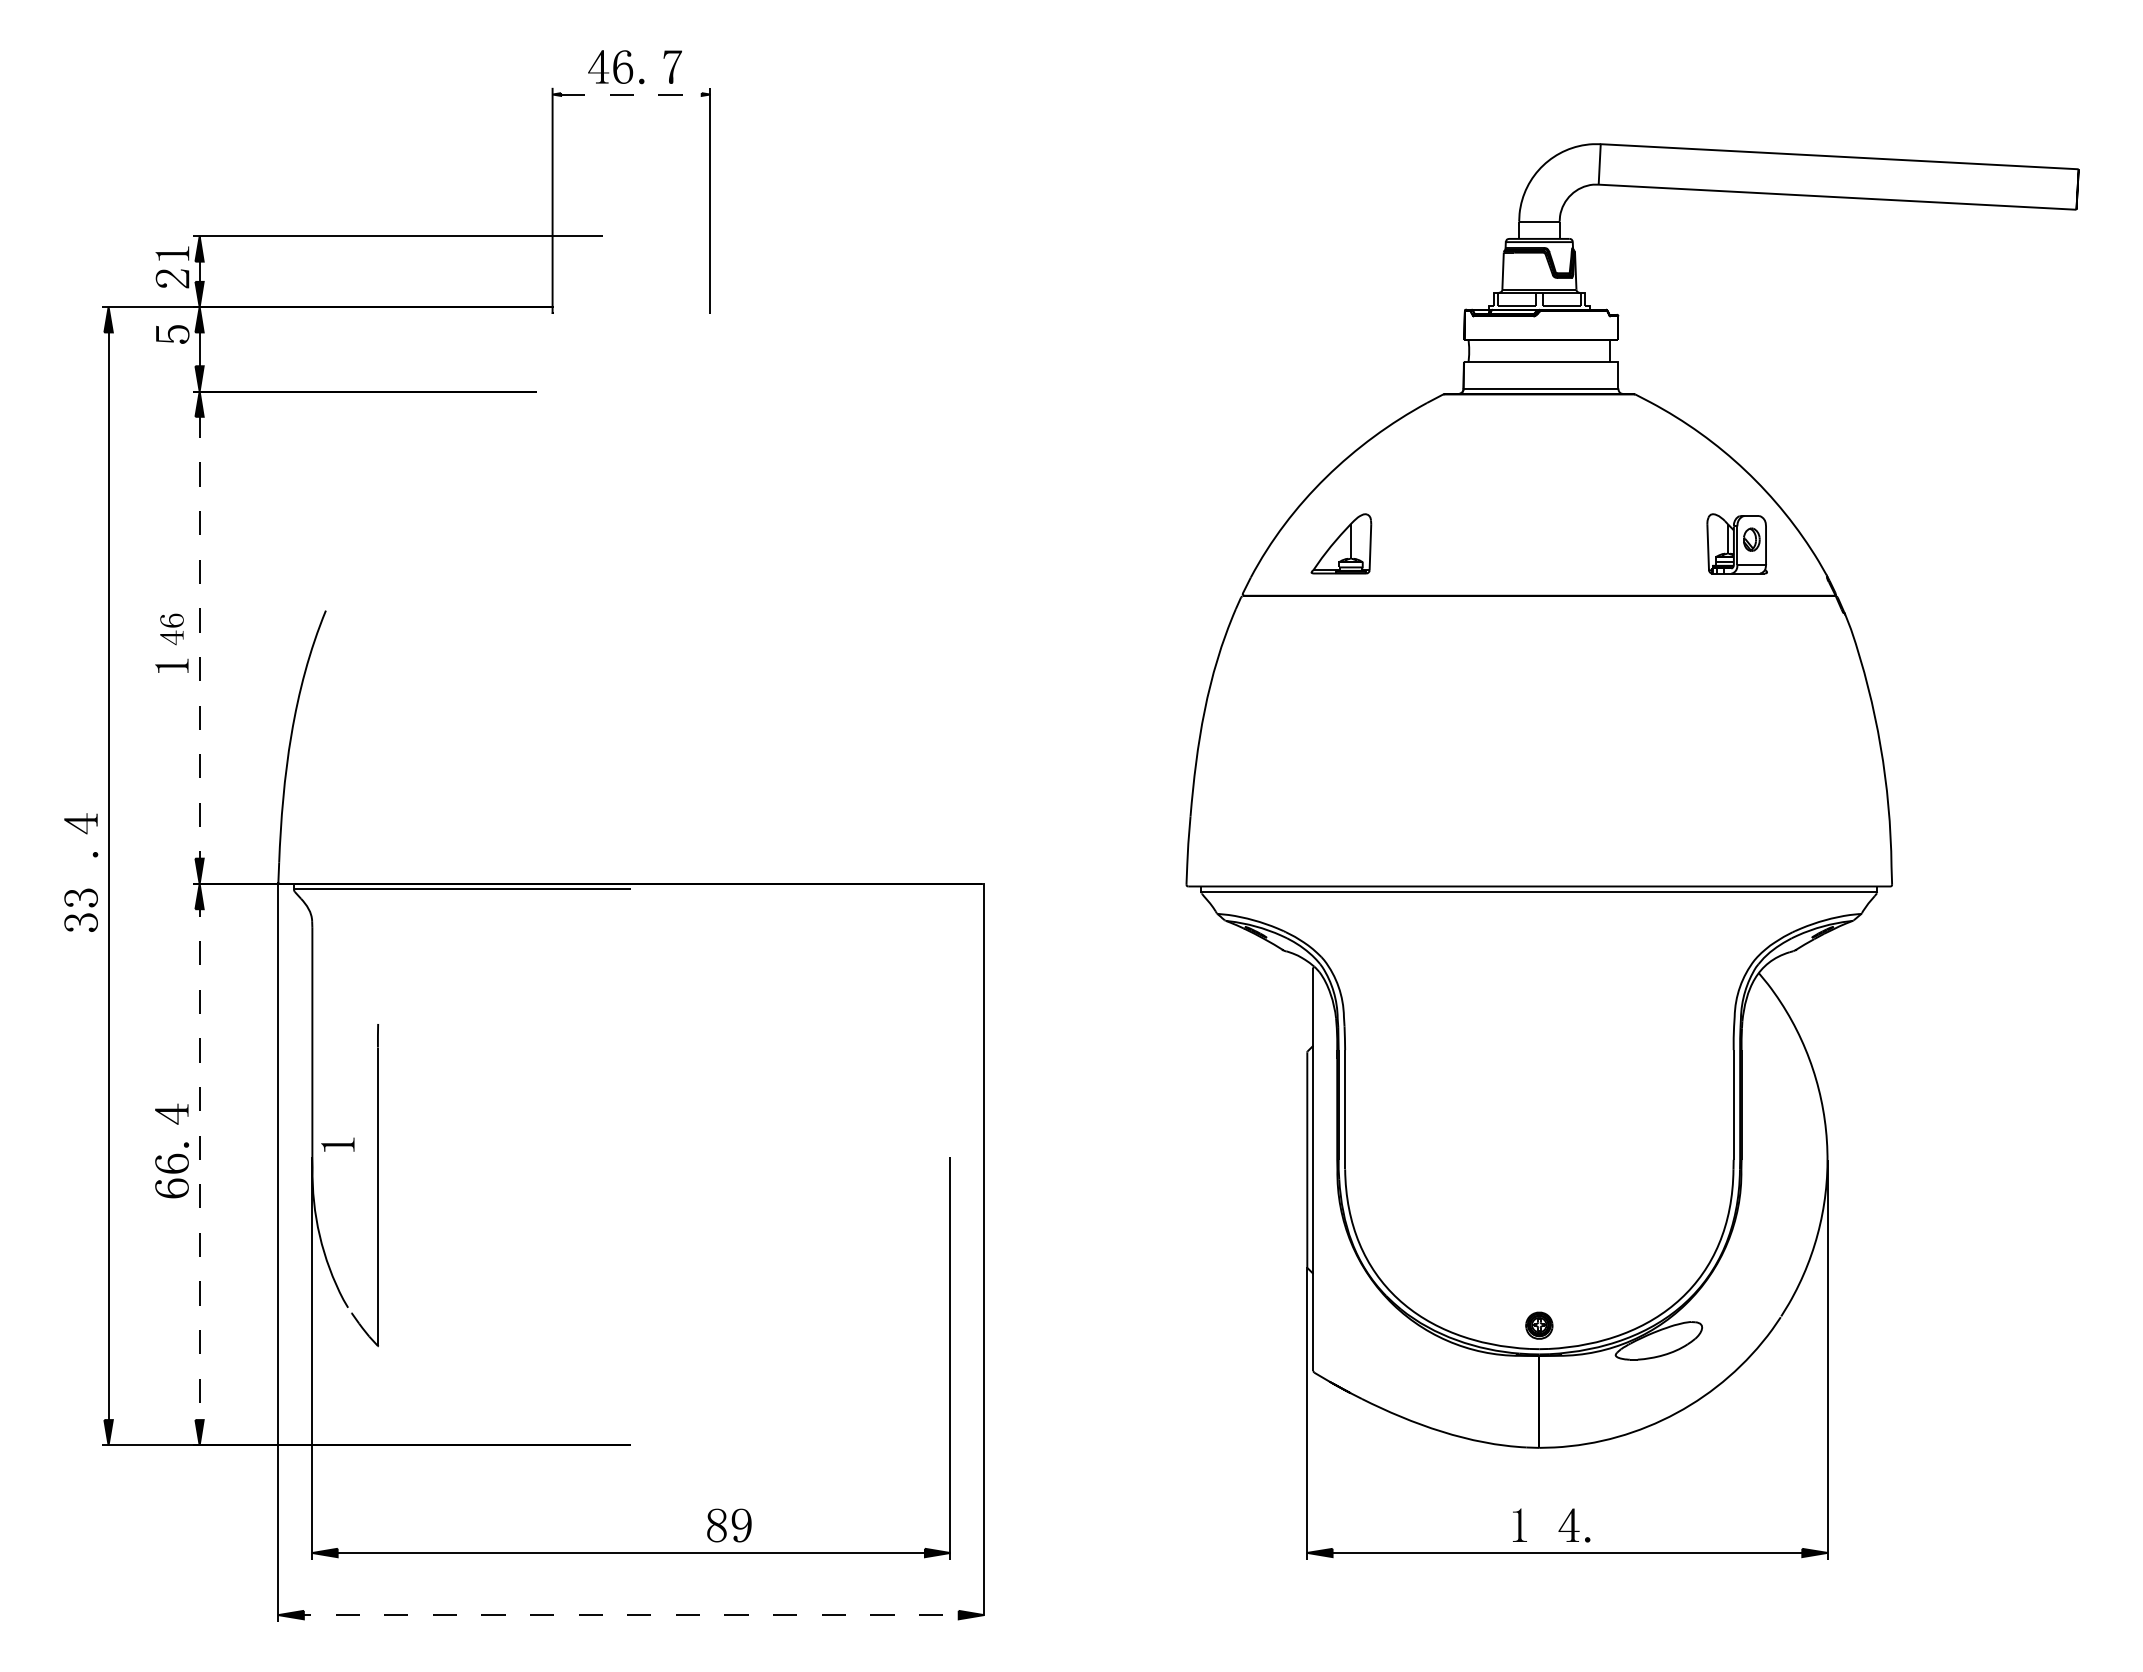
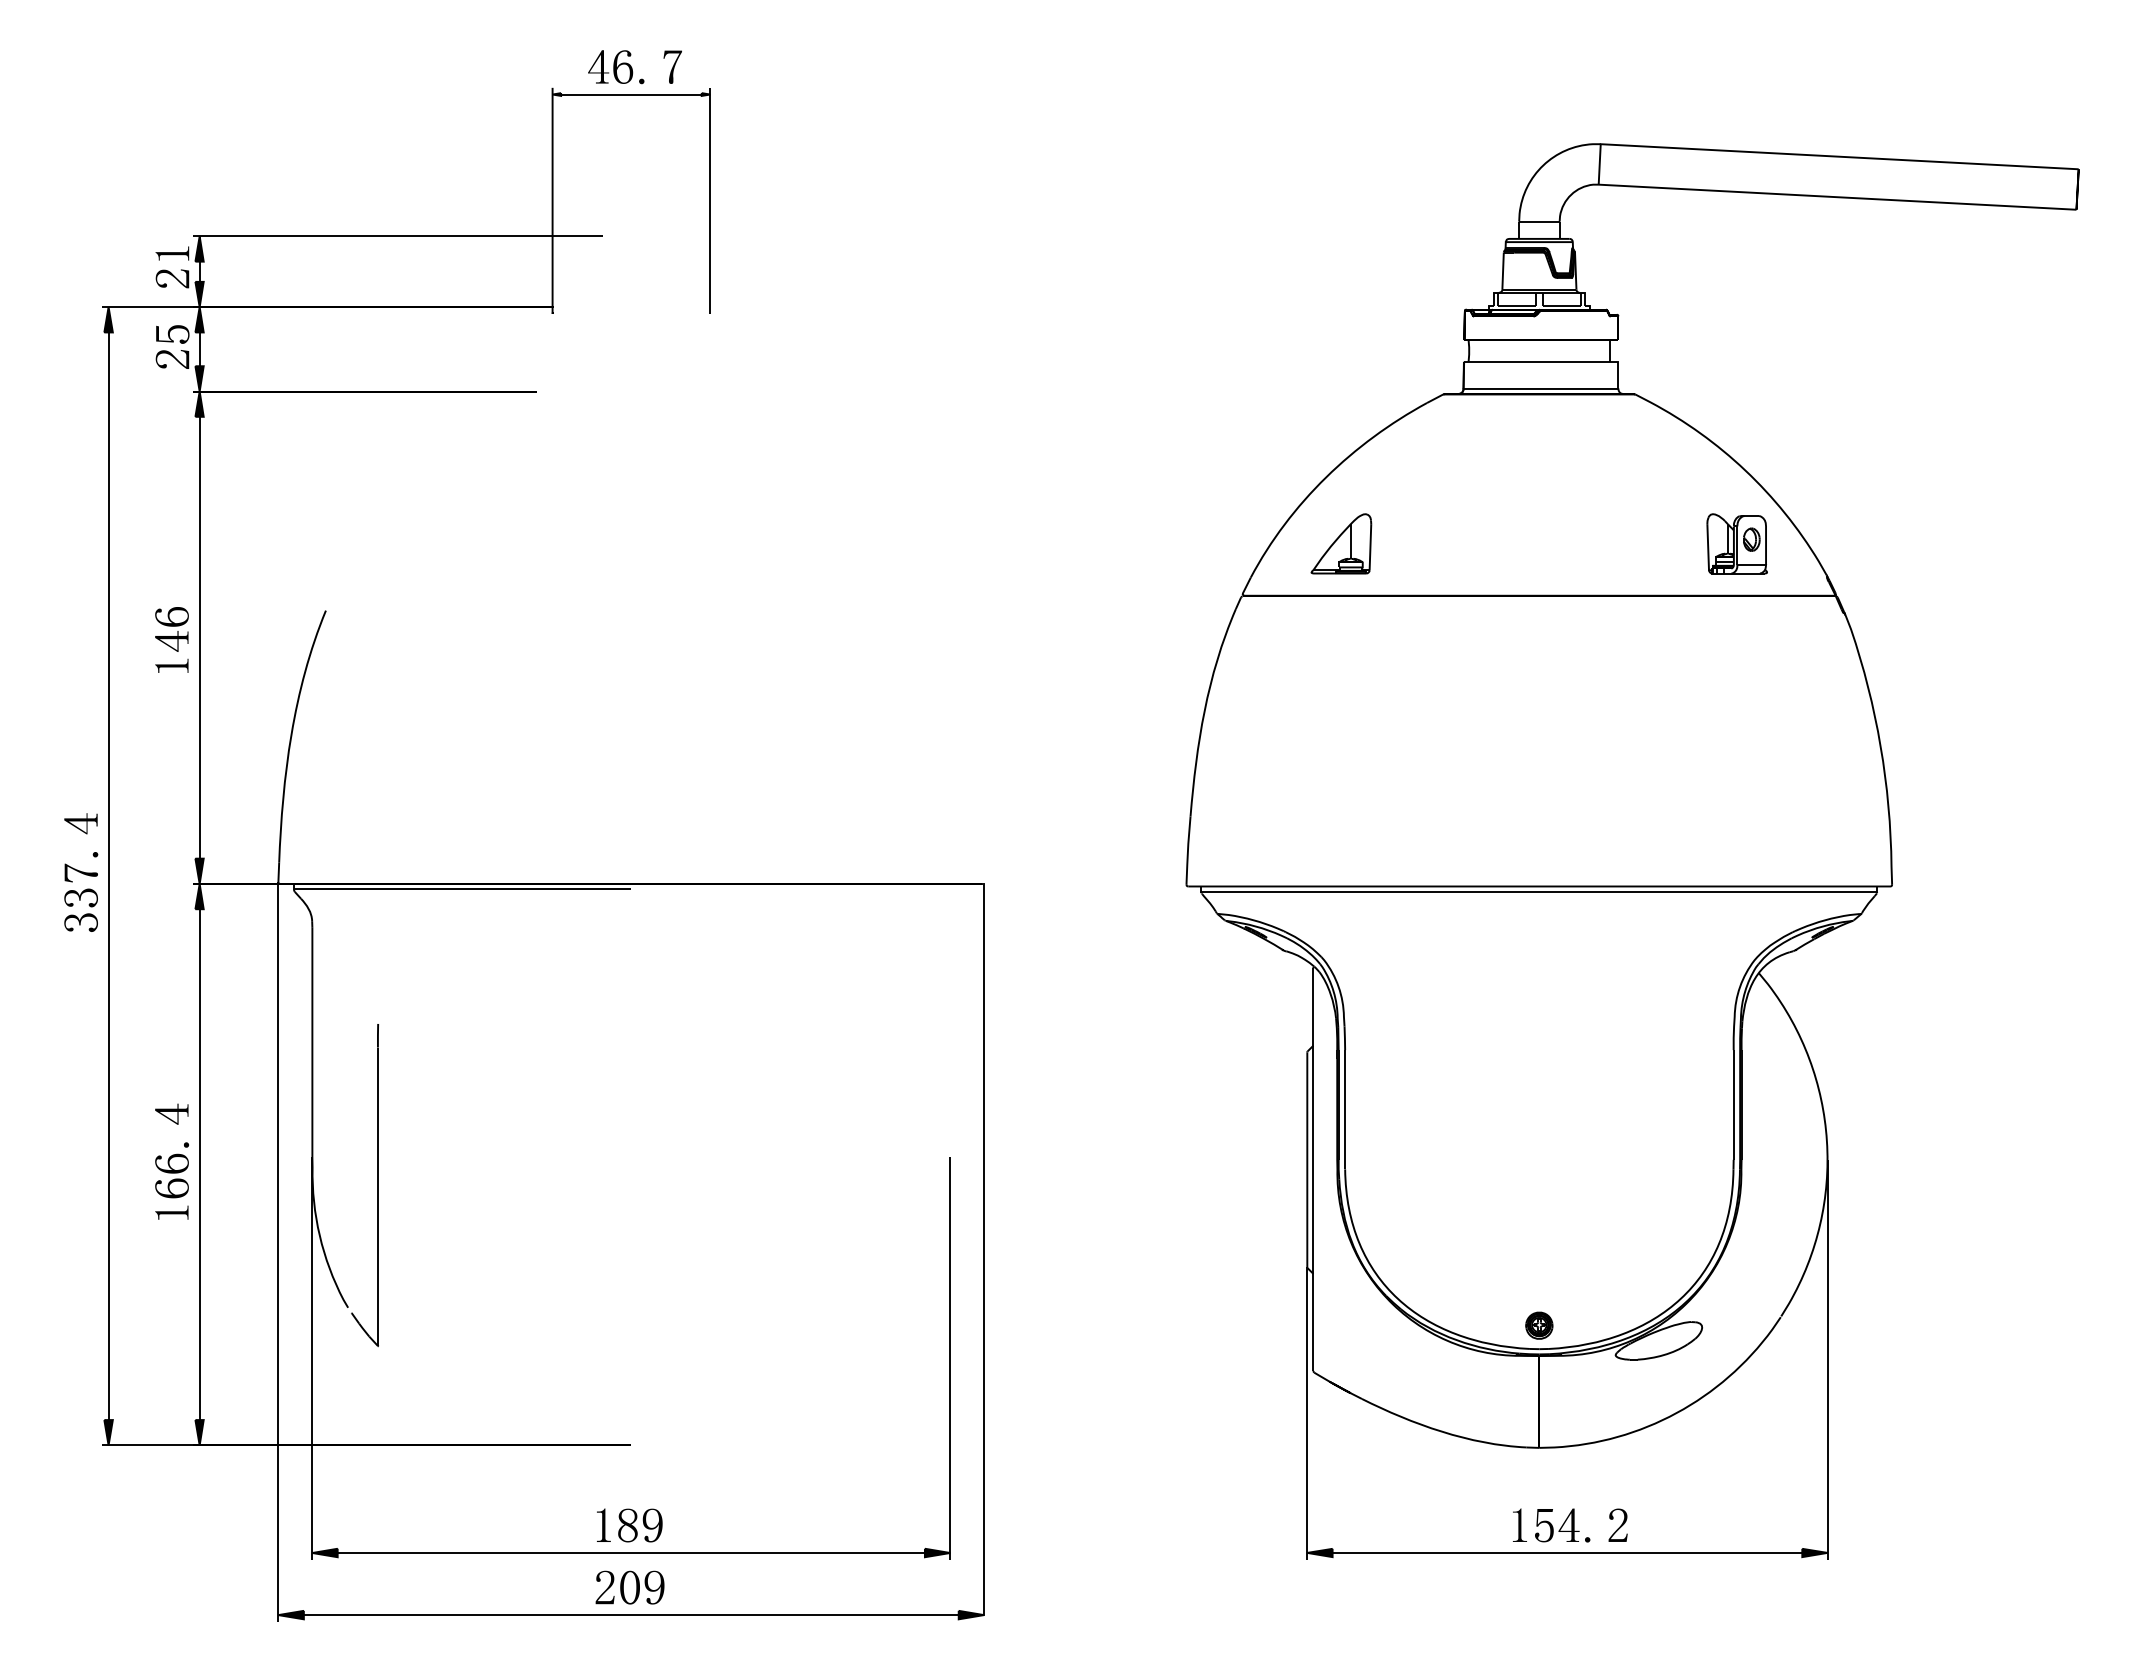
line at (631, 94): dashed -> solid
fill at (172, 359): none -> present
part at (171, 629) size: 24x33 px -> 34x45 px
line at (199, 637): dashed -> solid
fill at (81, 872): none -> present
part at (337, 1144) position: (337, 1144) -> (171, 1212)
line at (199, 1165): dashed -> solid
part at (1617, 1524): none -> present
fill at (603, 1525): none -> present
part at (729, 1525) position: (729, 1525) -> (640, 1525)
fill at (1543, 1525): none -> present
part at (629, 1587): none -> present
line at (631, 1615): dashed -> solid
